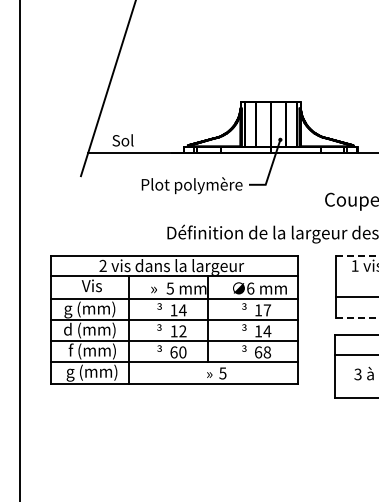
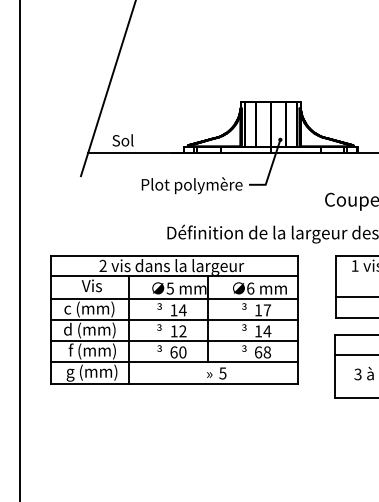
line at (357, 255): dashed -> solid
text at (157, 288): » -> ∅
text at (89, 309): g (mm) -> c (mm)
line at (357, 318): dashed -> solid
